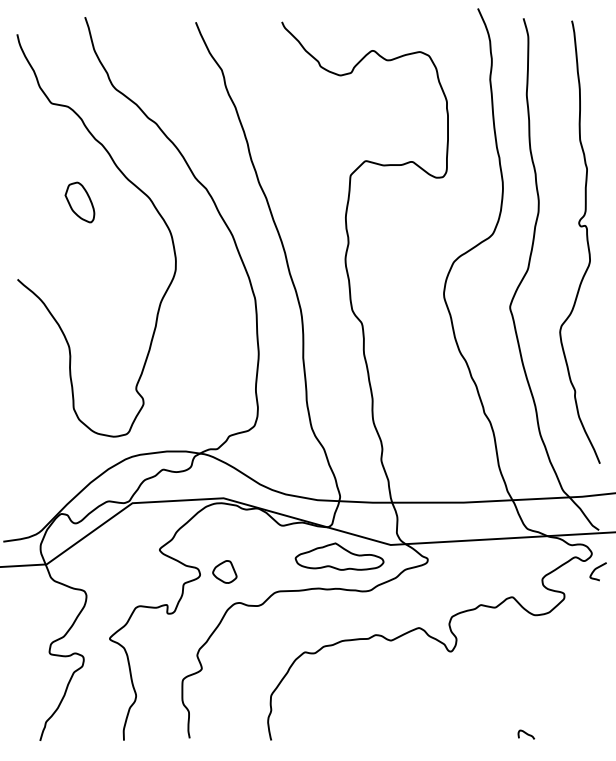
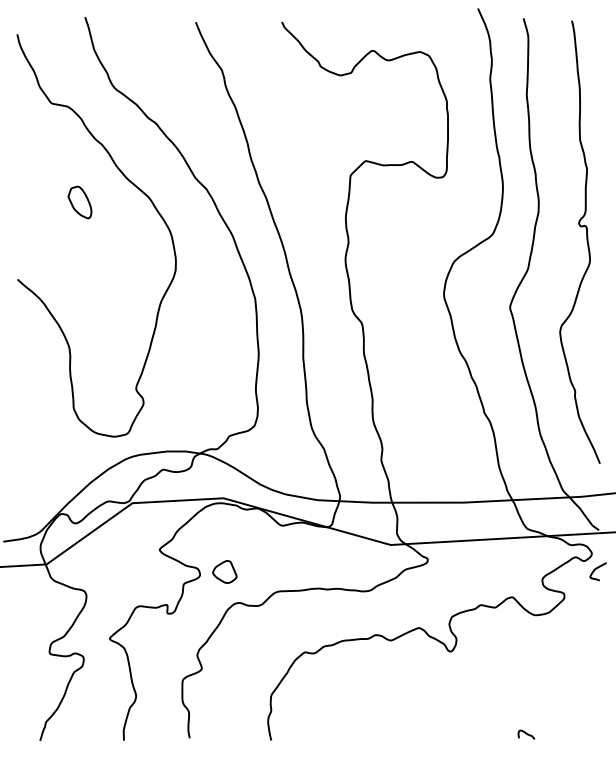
part at (79, 202) size: 32x43 px -> 26x35 px
part at (339, 556): present -> none
